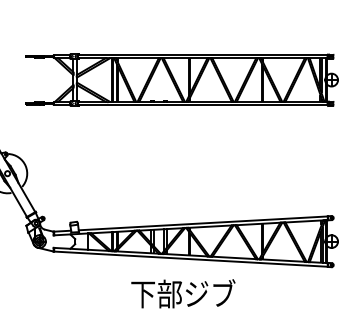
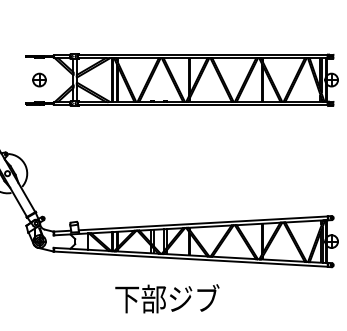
part at (39, 79): none -> present
text at (183, 293) position: (183, 293) -> (167, 298)
